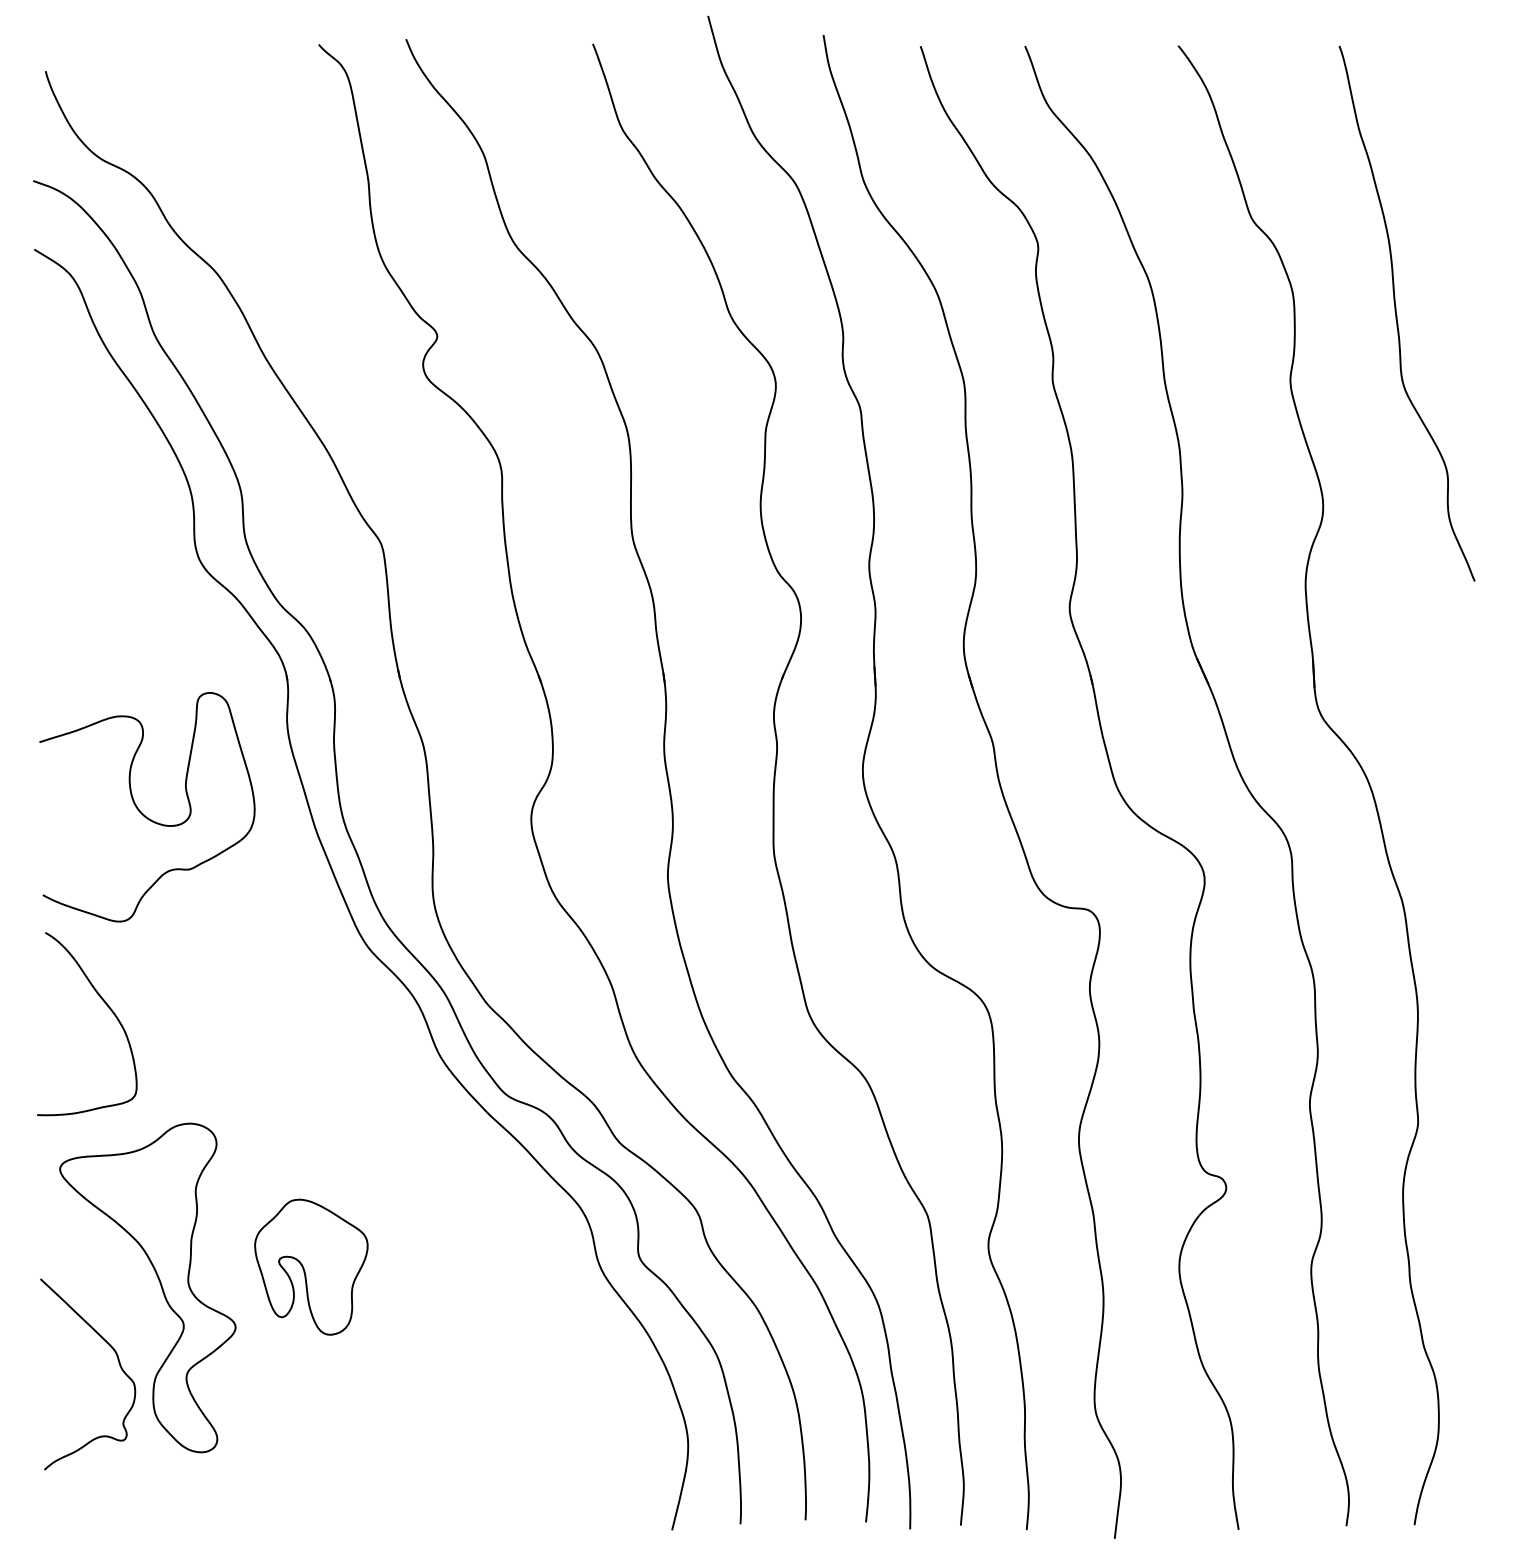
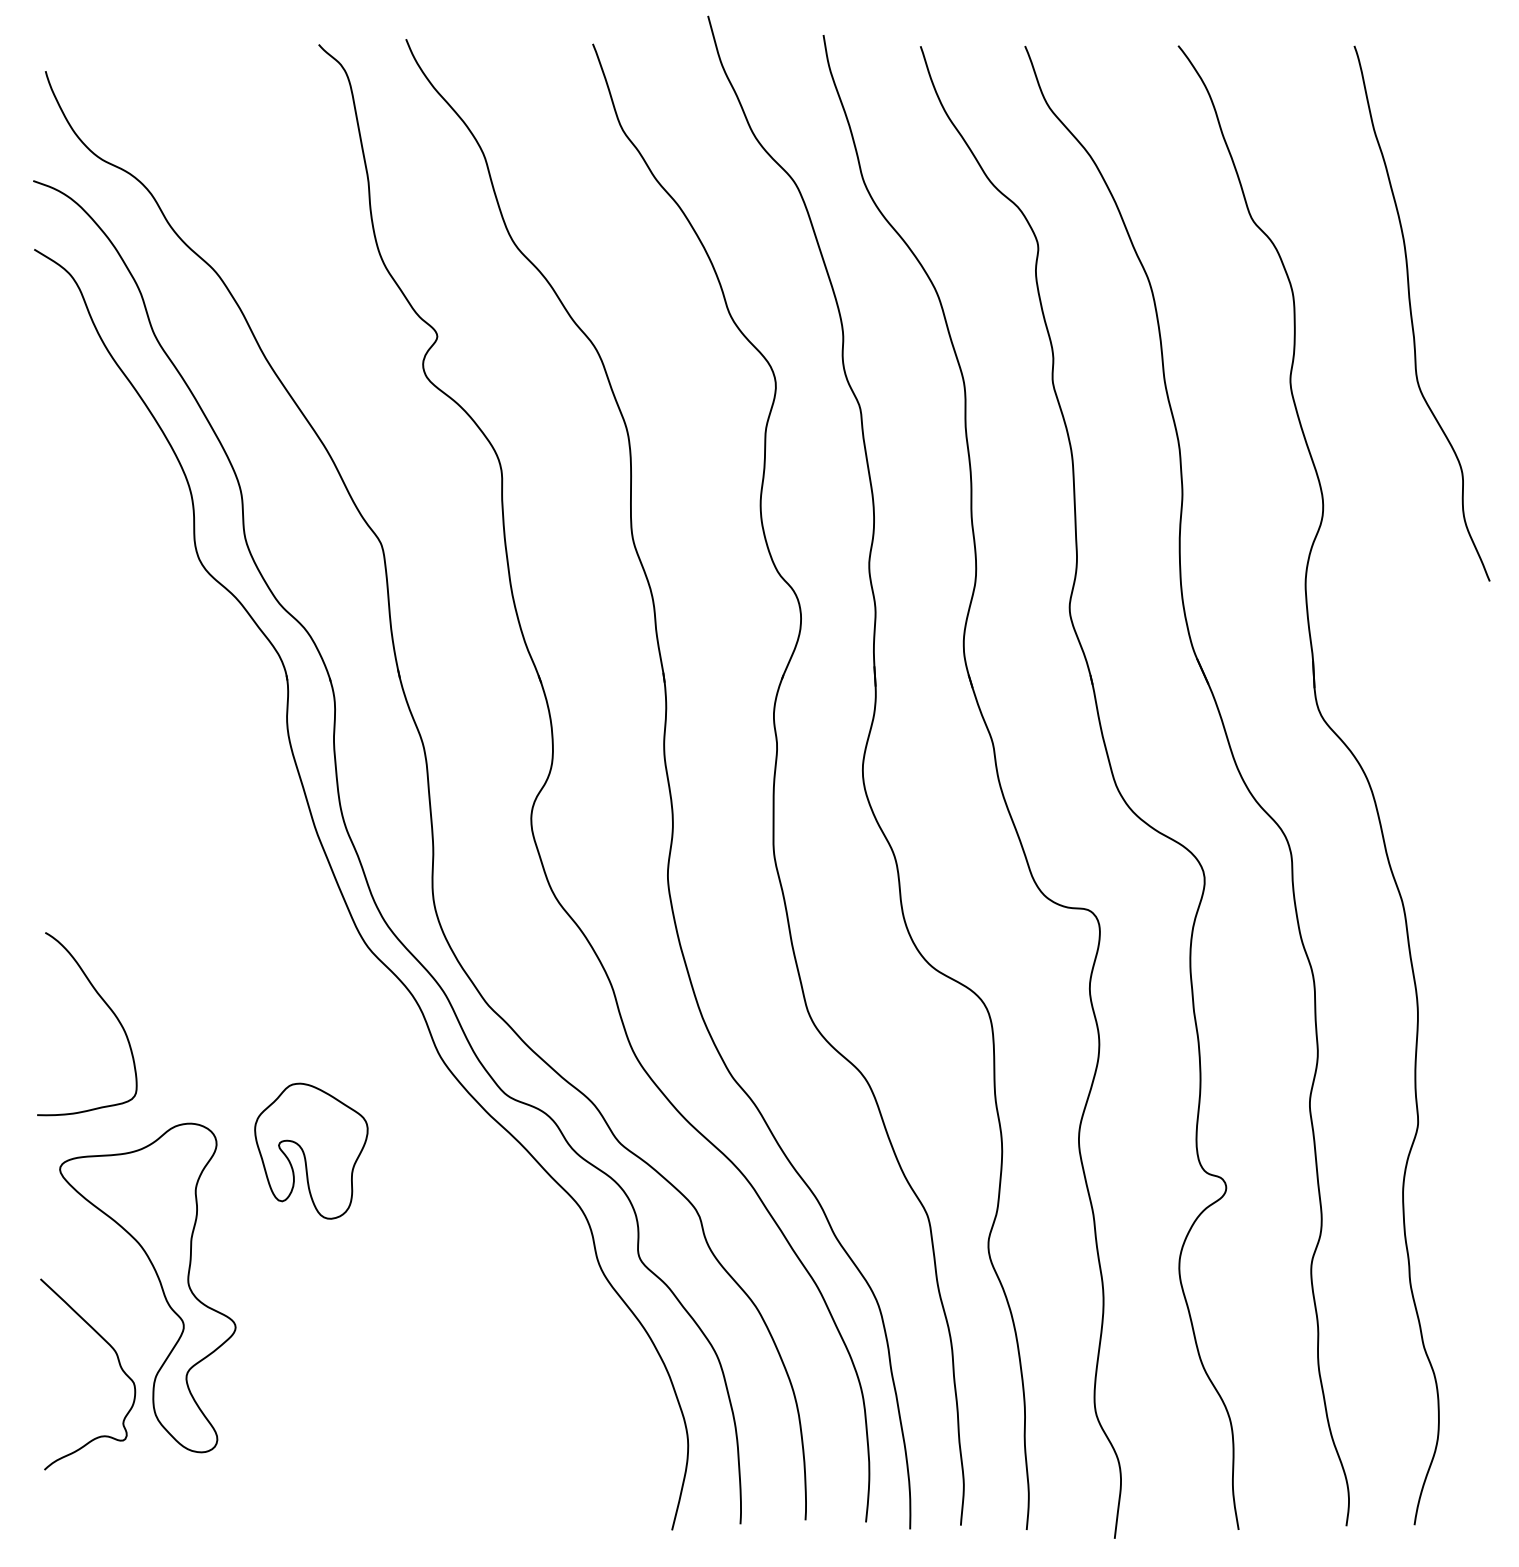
curve at (1397, 315) position: (1397, 315) -> (1412, 315)
curve at (142, 812): present -> none
part at (311, 1266) position: (311, 1266) -> (311, 1150)
